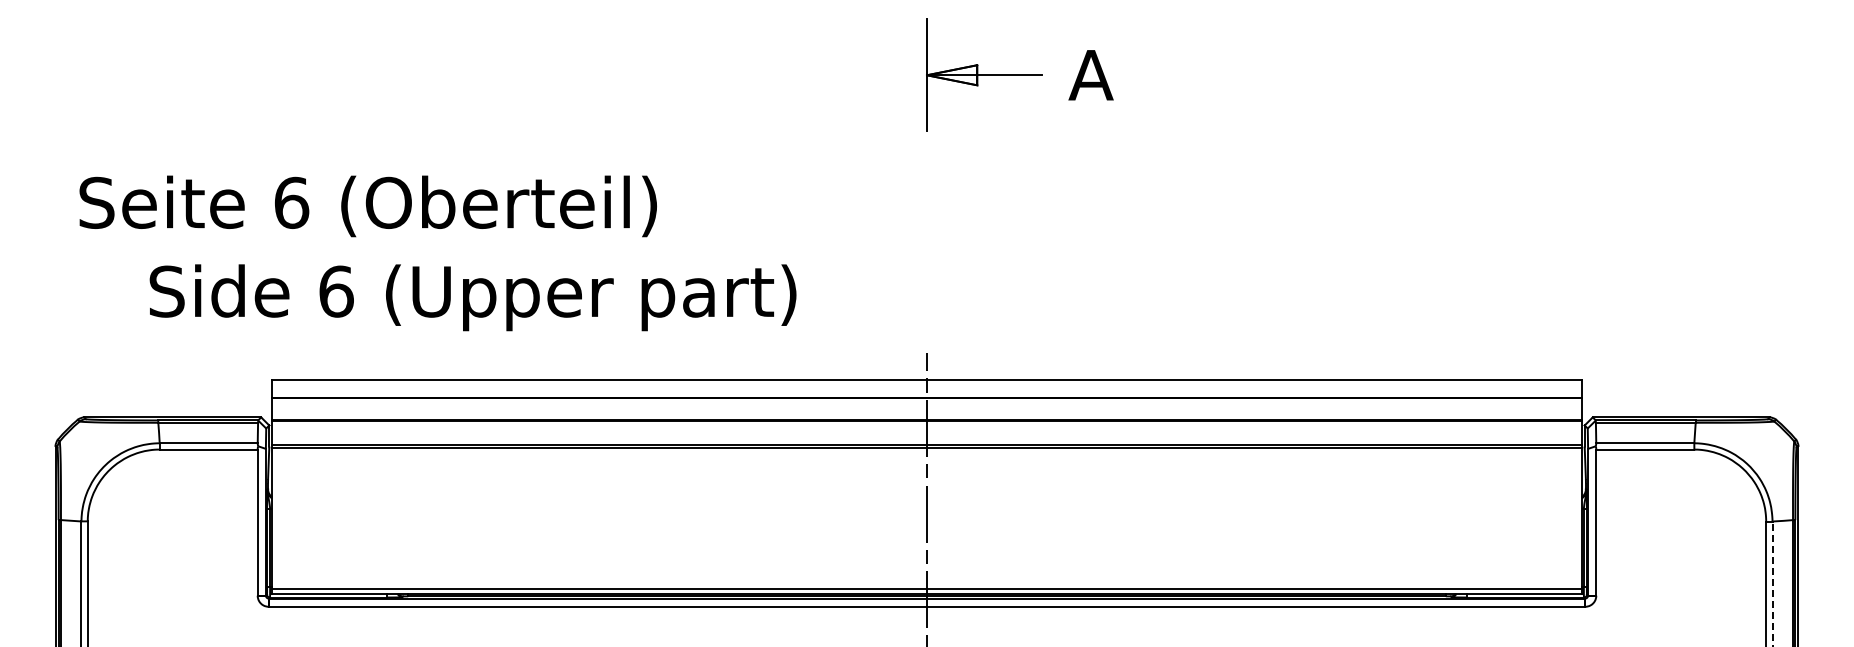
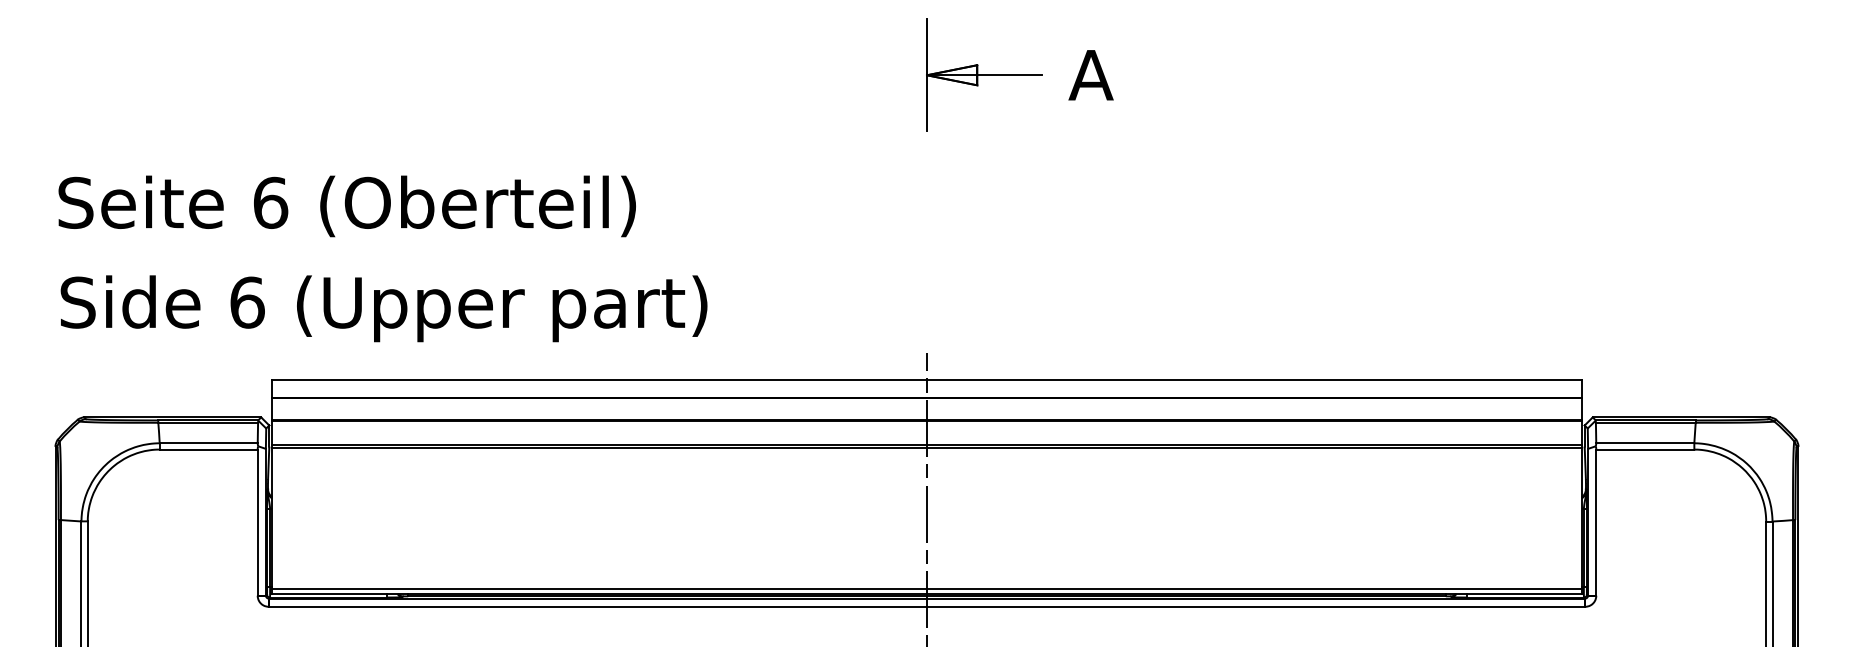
text at (367, 206) position: (367, 206) -> (346, 206)
text at (472, 297) position: (472, 297) -> (383, 308)
line at (1772, 583): dashed -> solid
